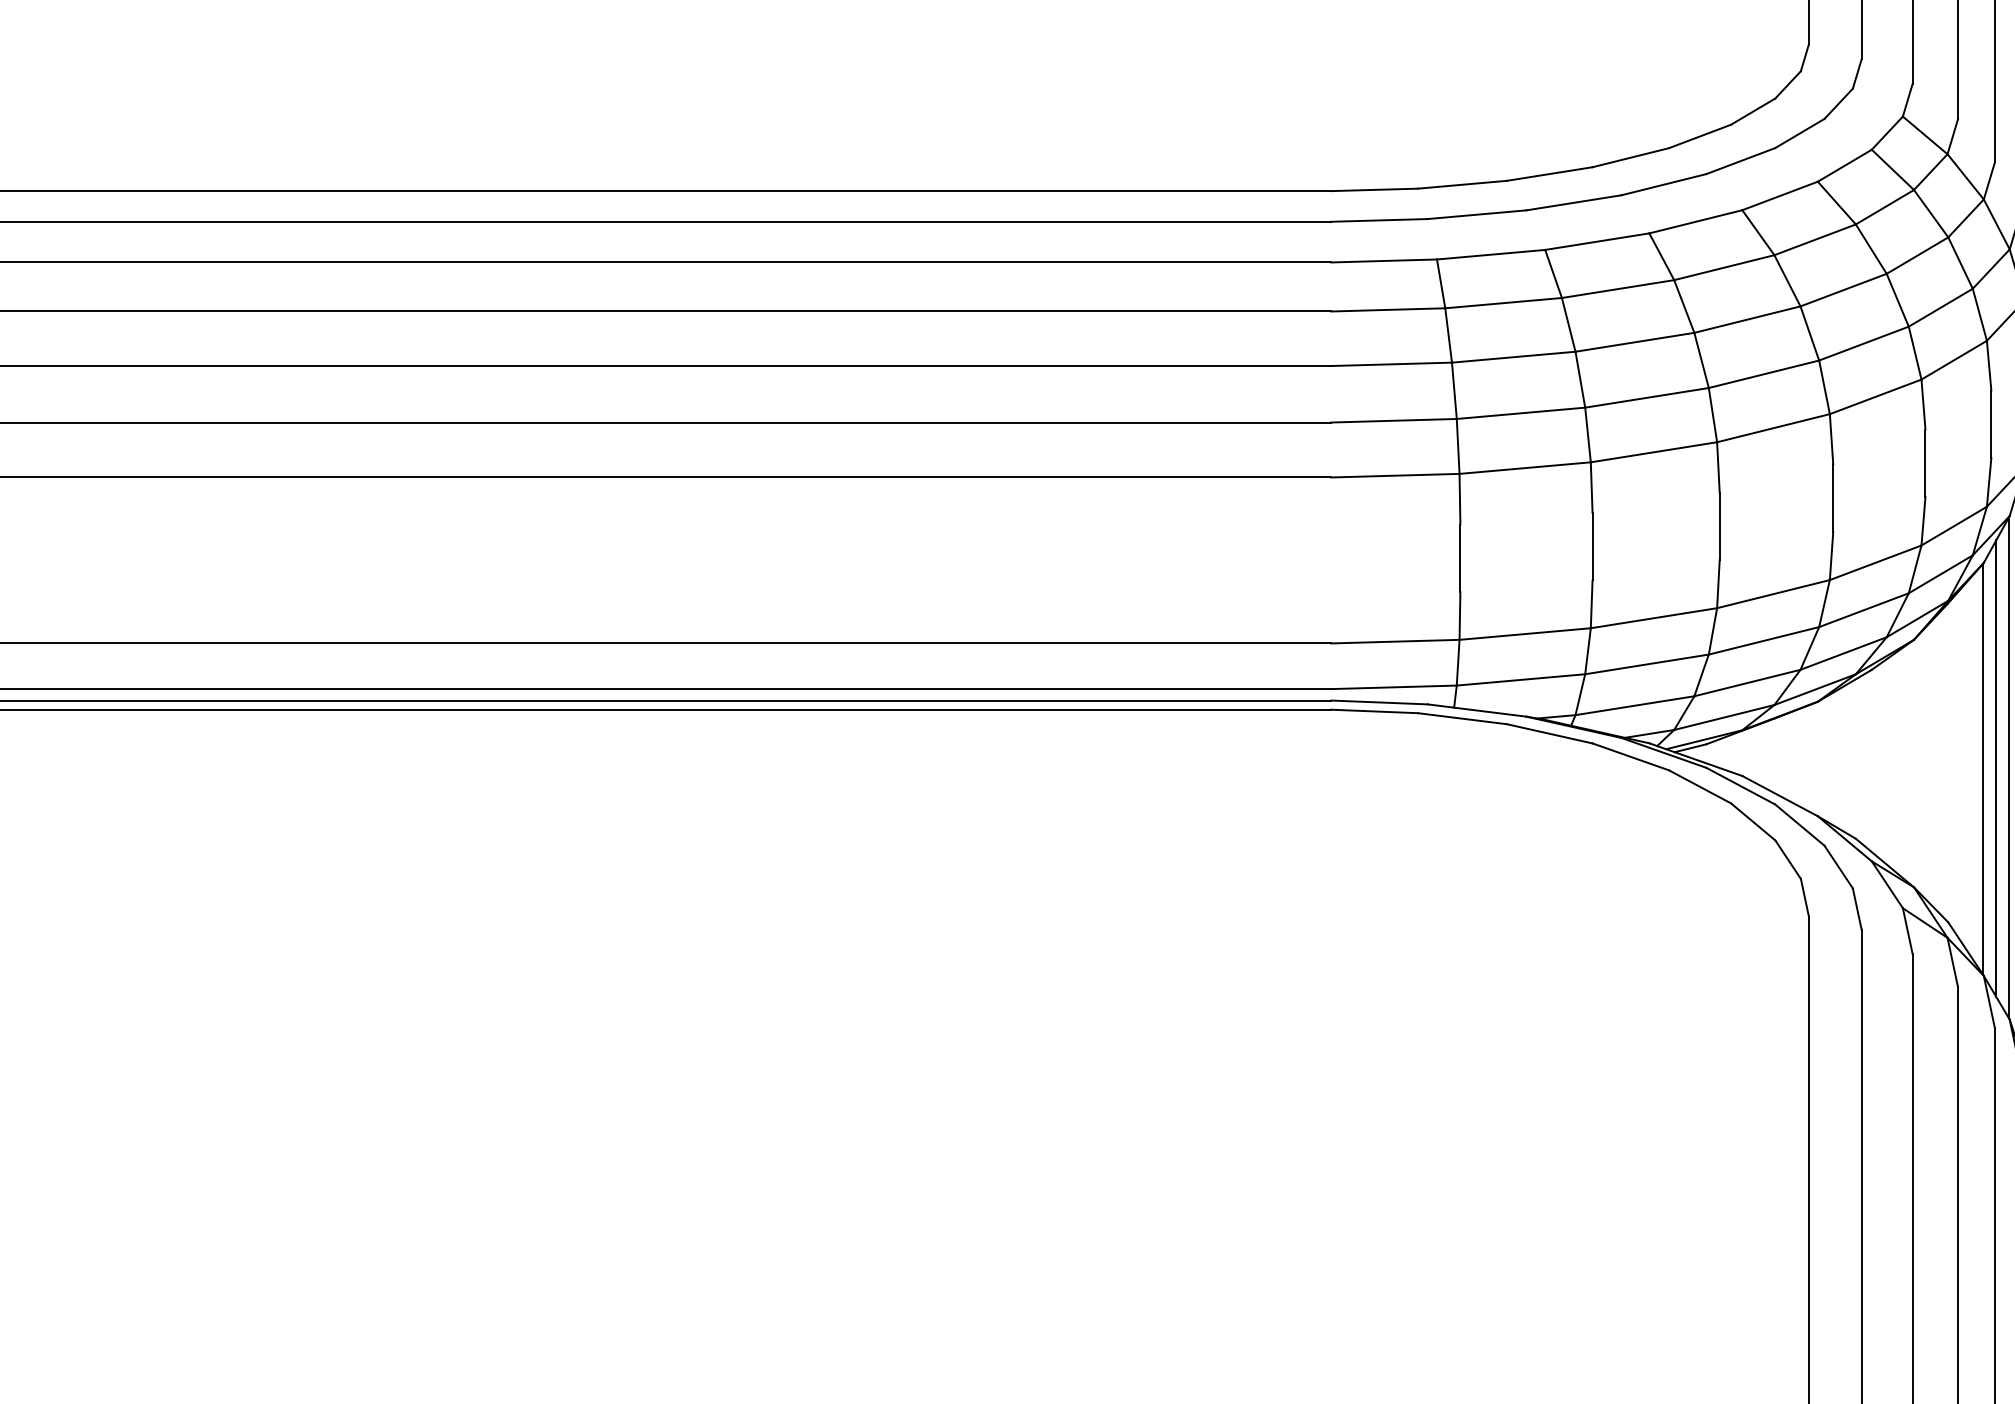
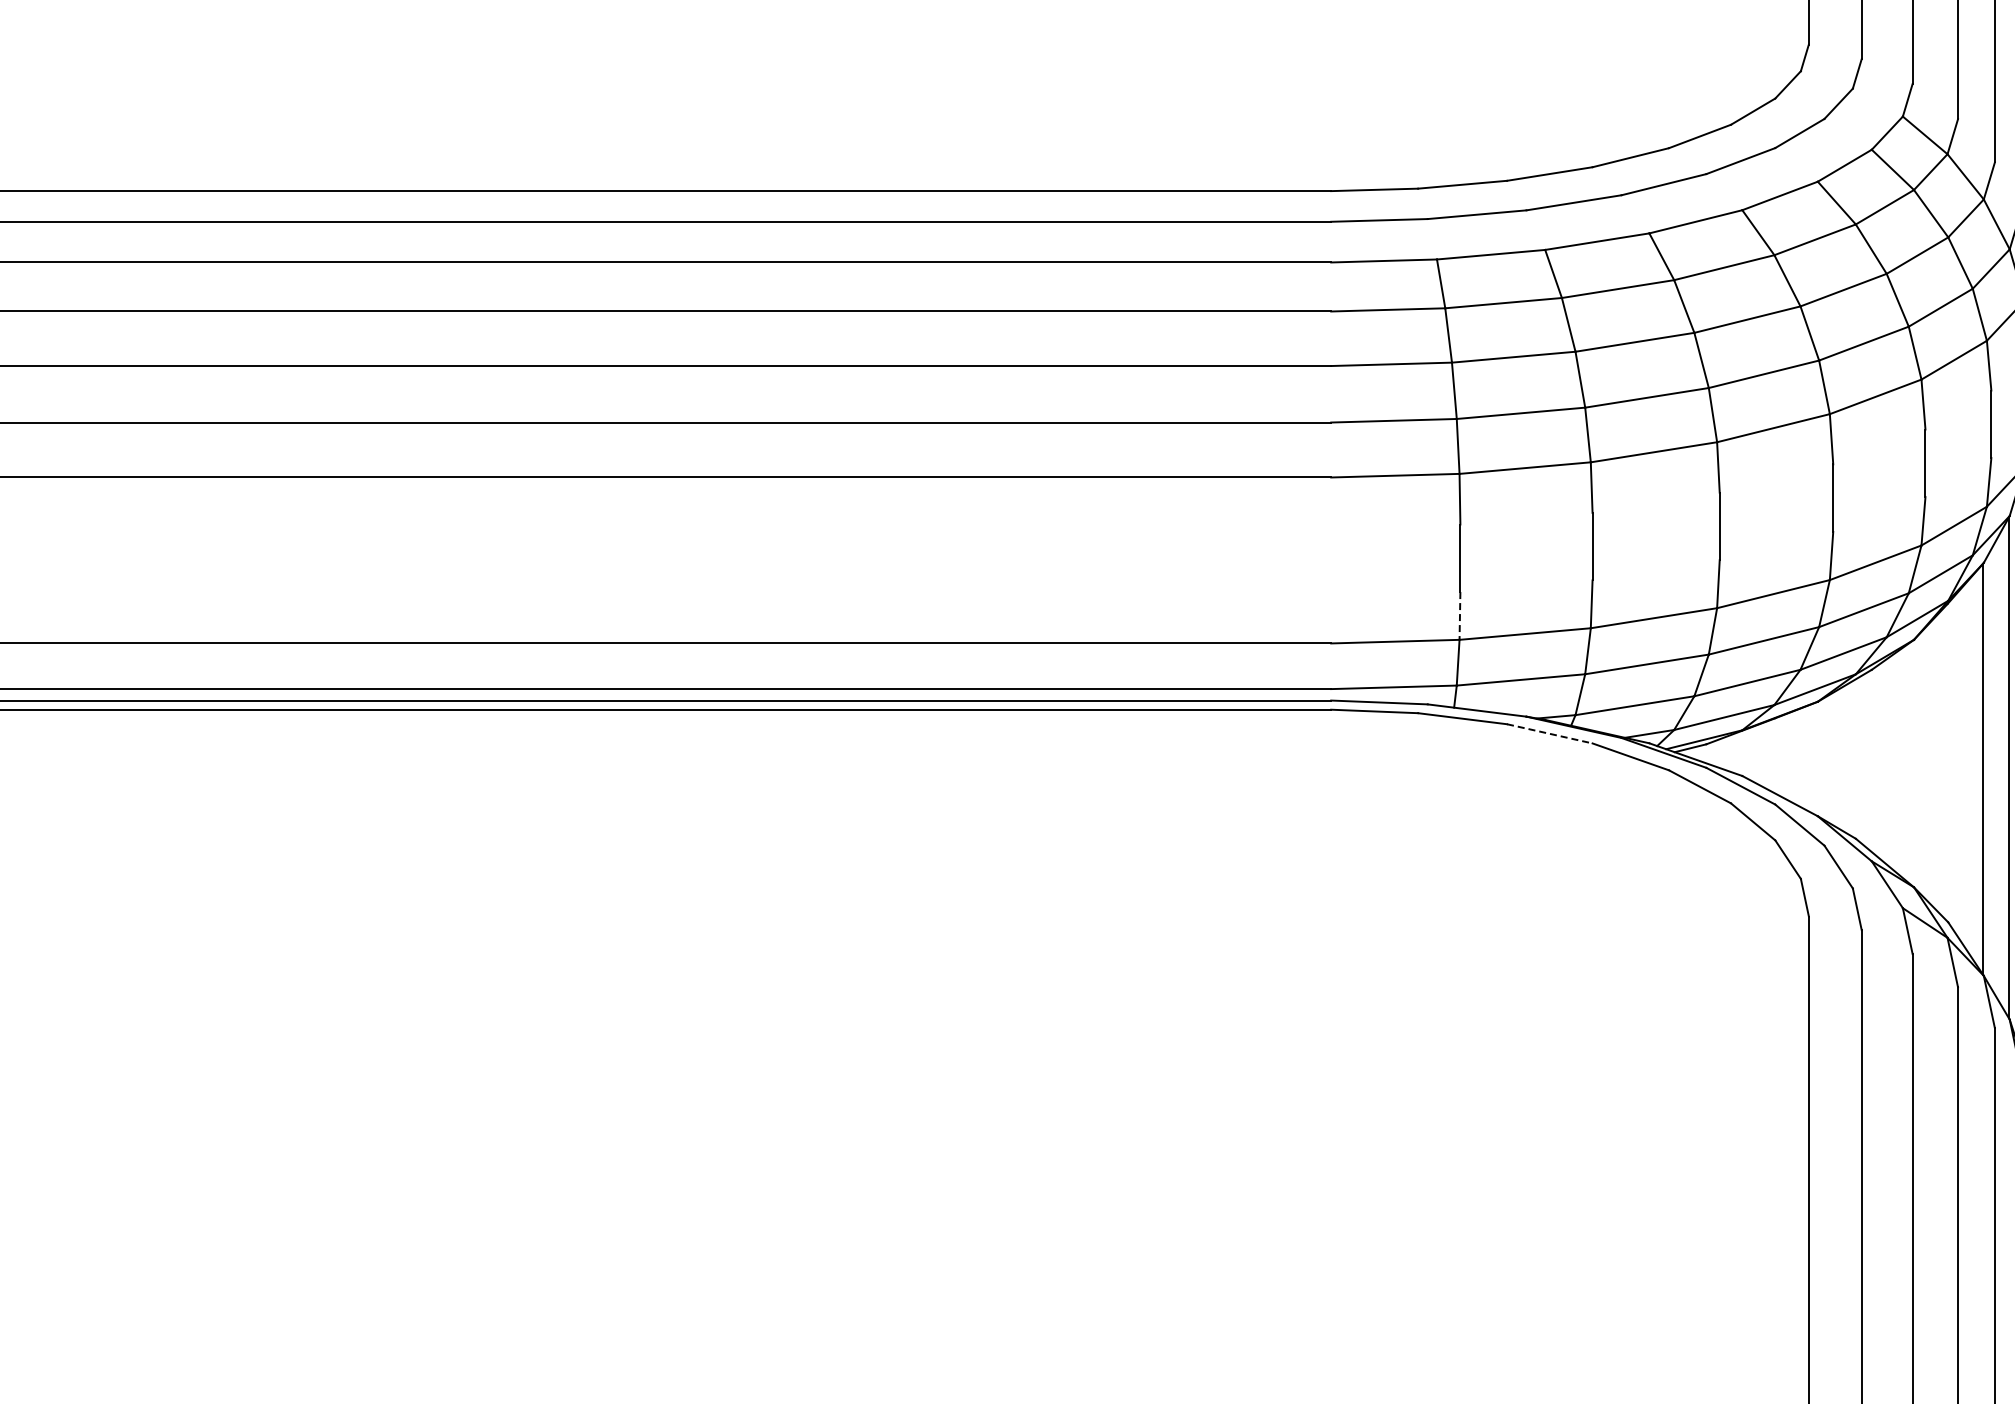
line at (1459, 615): solid -> dashed
line at (1549, 733): solid -> dashed
line at (1996, 768): present -> none
